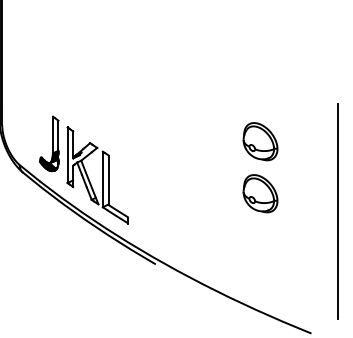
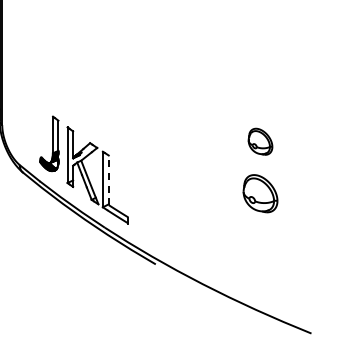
part at (260, 141) size: 37x40 px -> 27x29 px
line at (108, 180): solid -> dashed
line at (337, 211): present -> none
